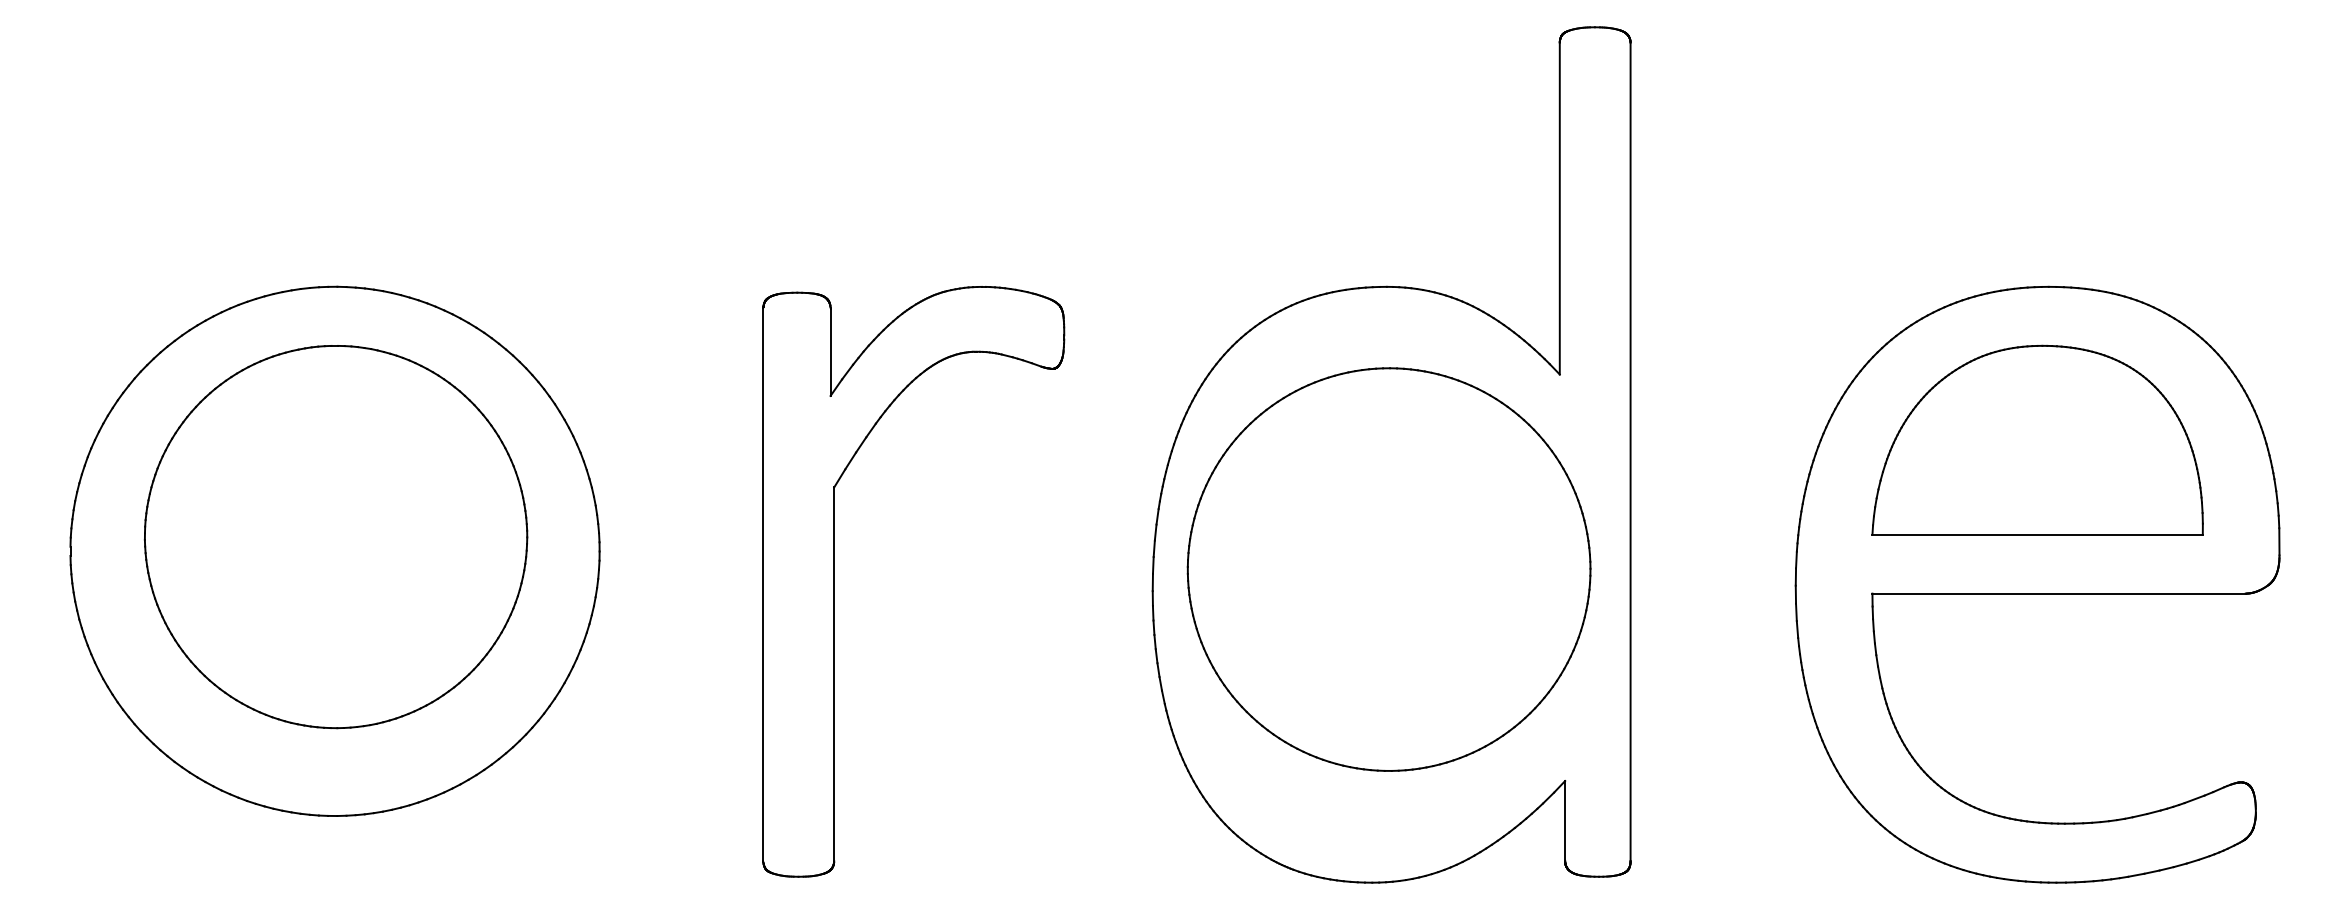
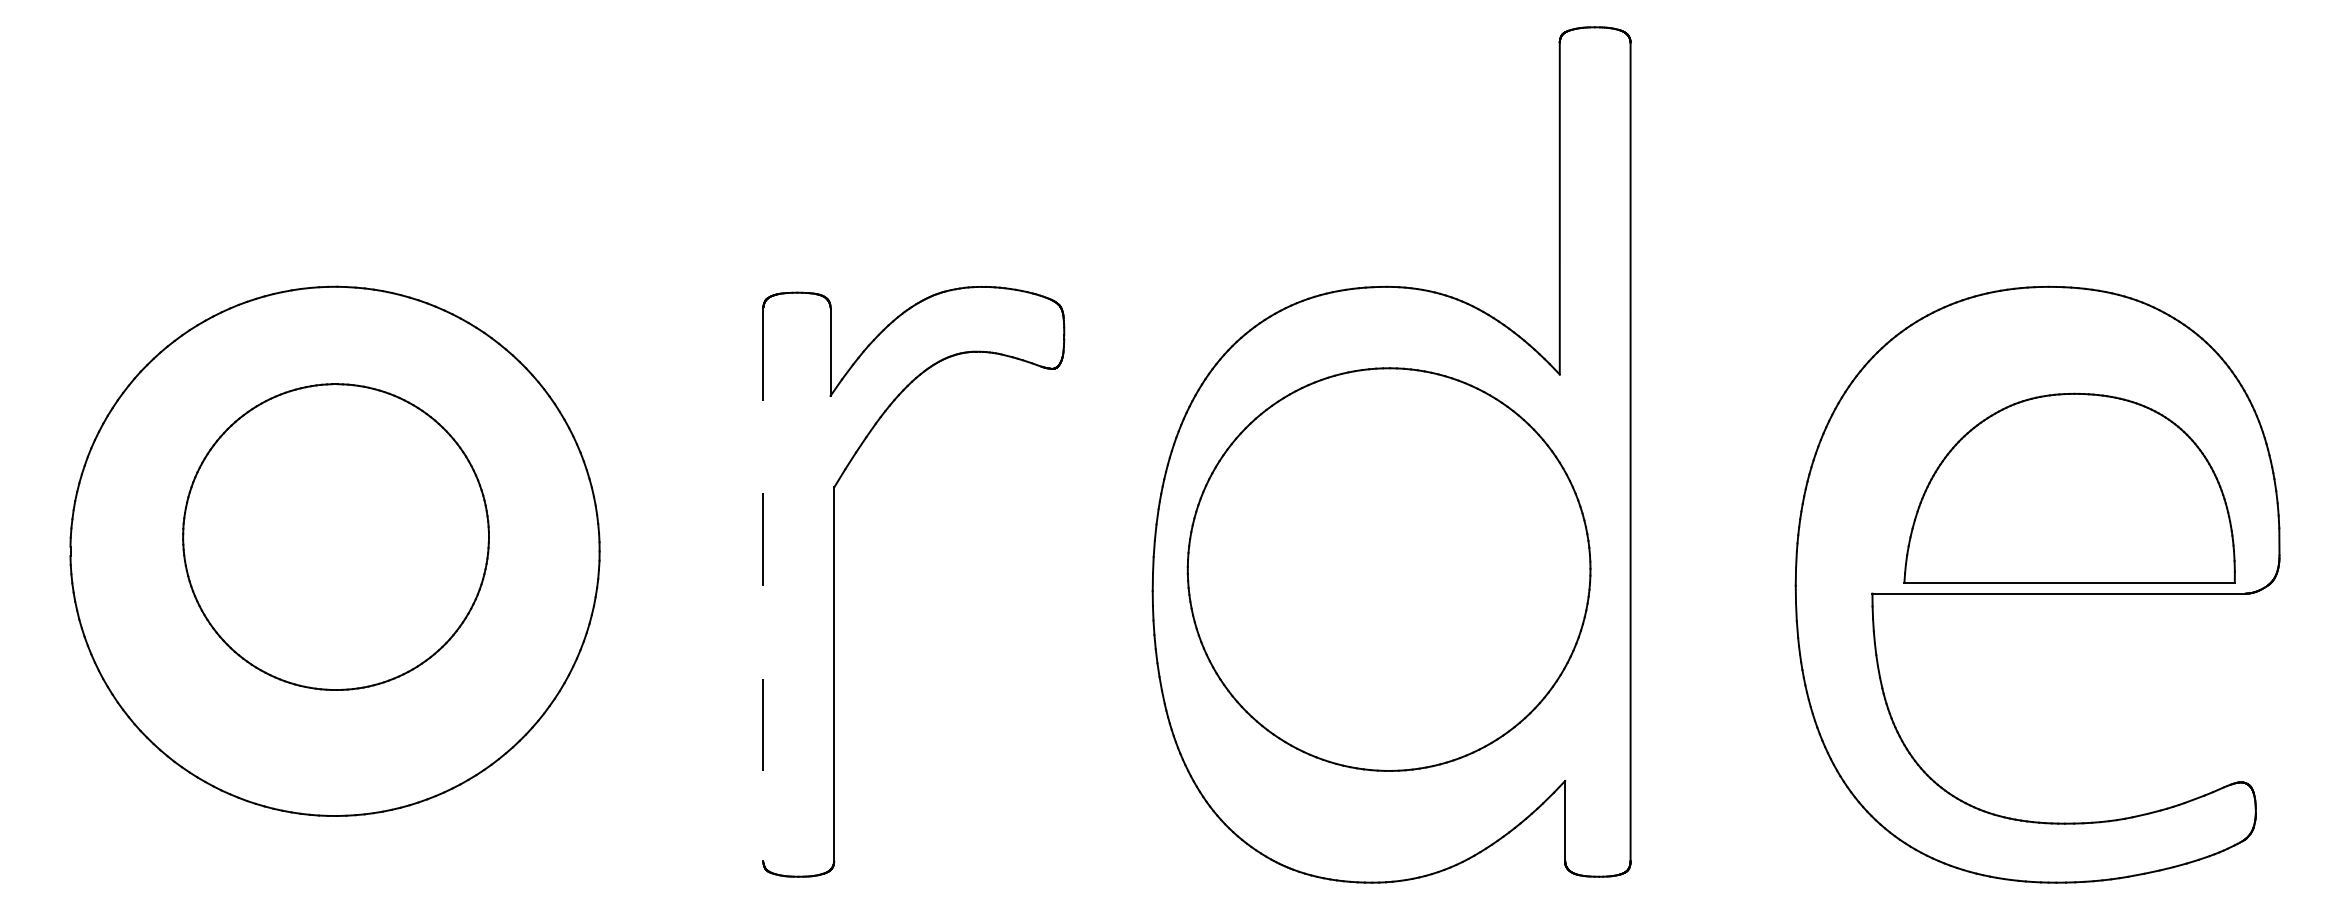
part at (2037, 439) position: (2037, 439) -> (2069, 487)
part at (335, 537) size: 386x385 px -> 308x308 px
line at (763, 585): solid -> dashed
